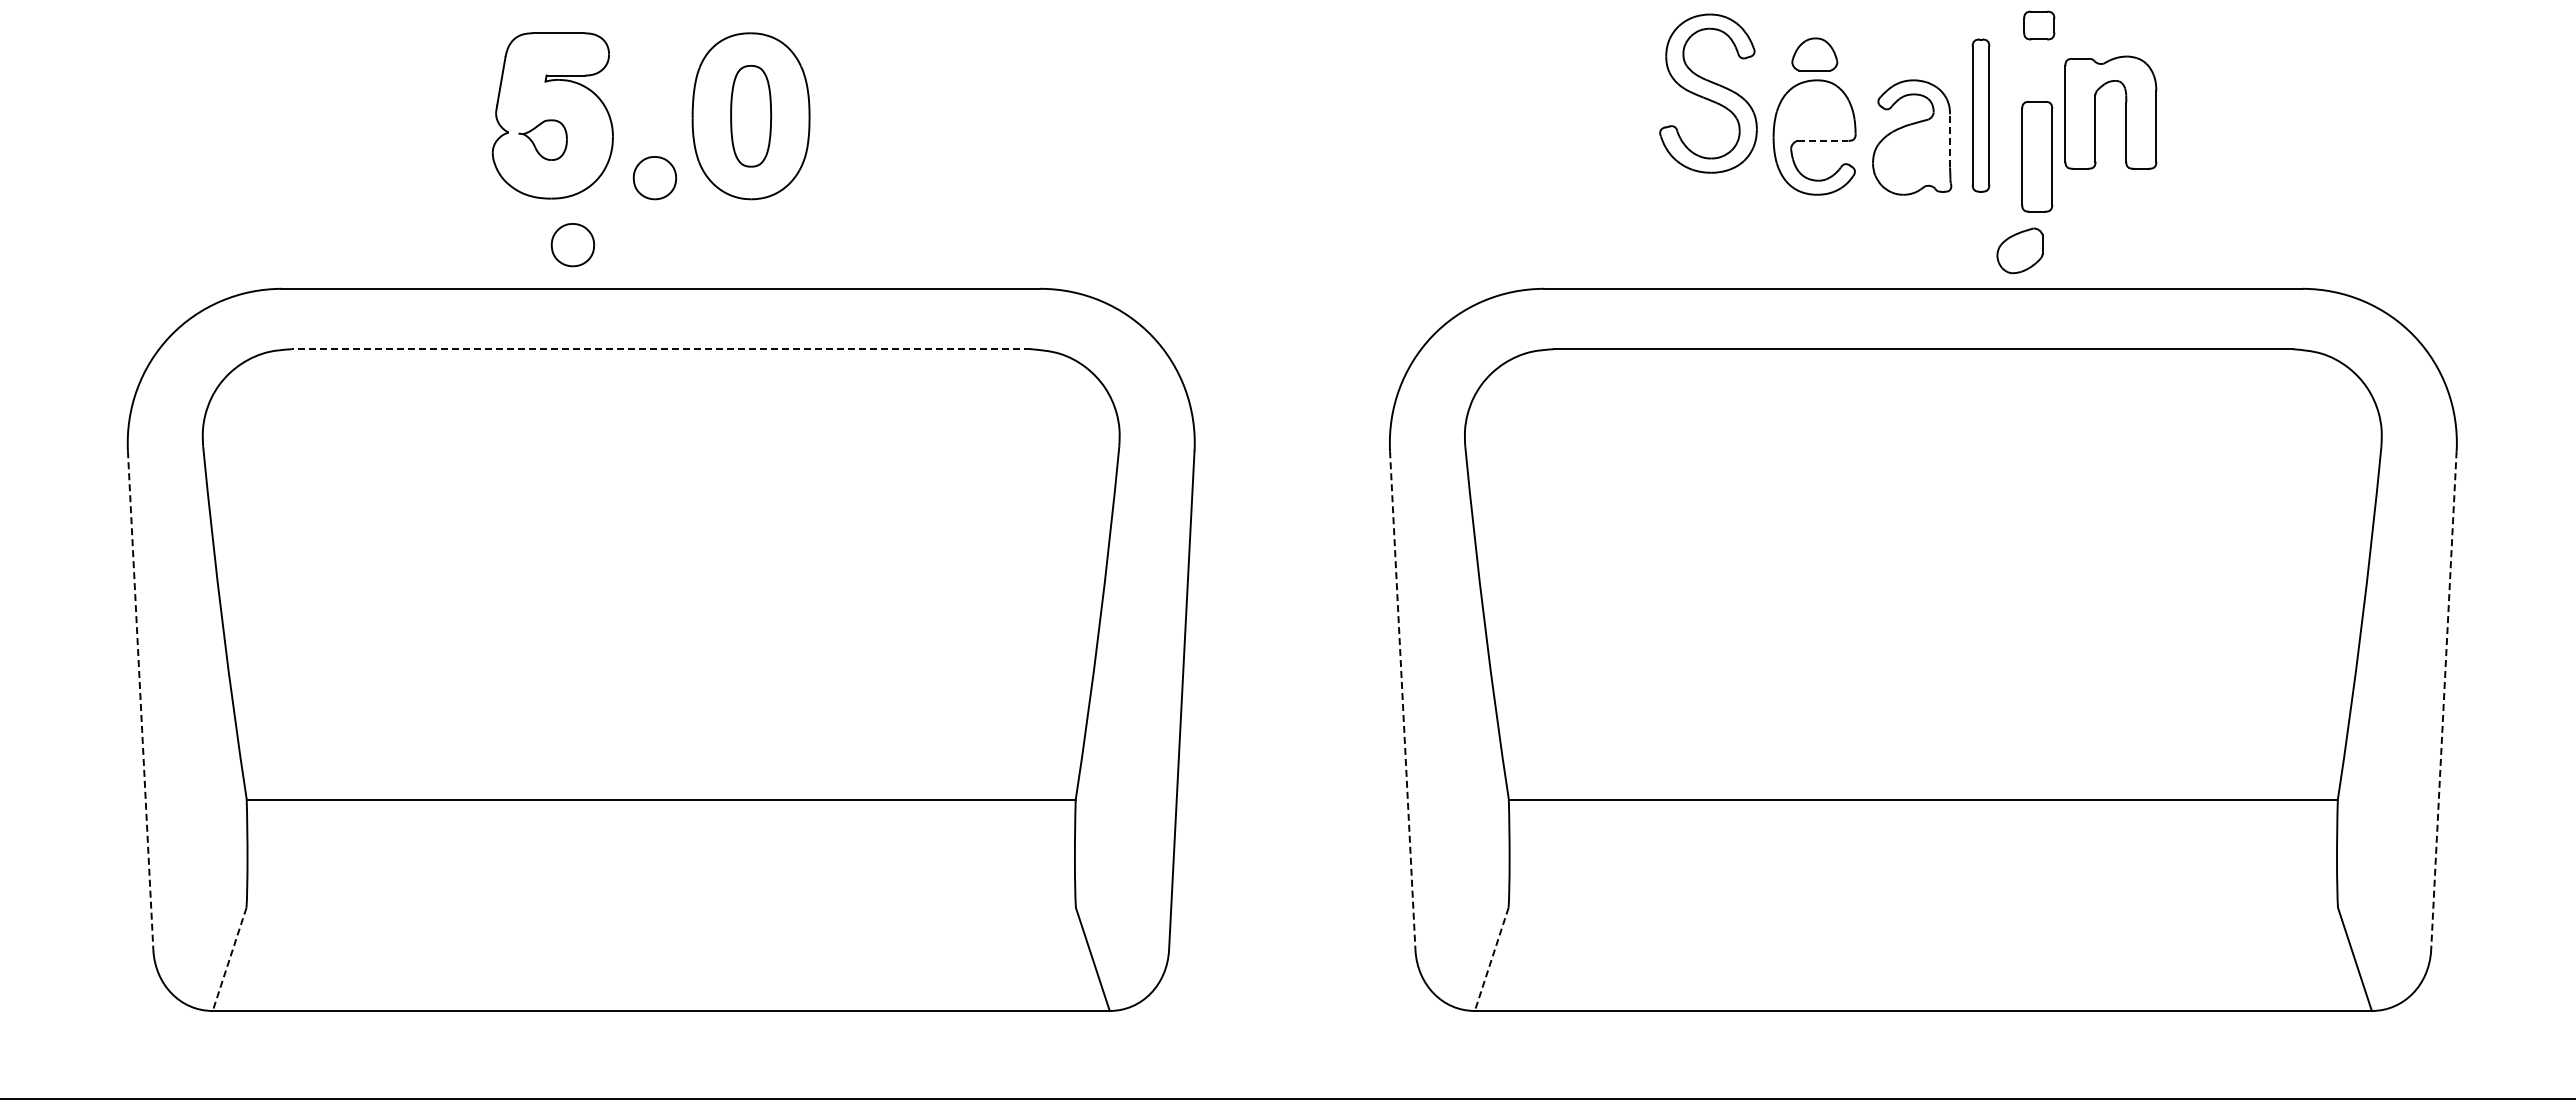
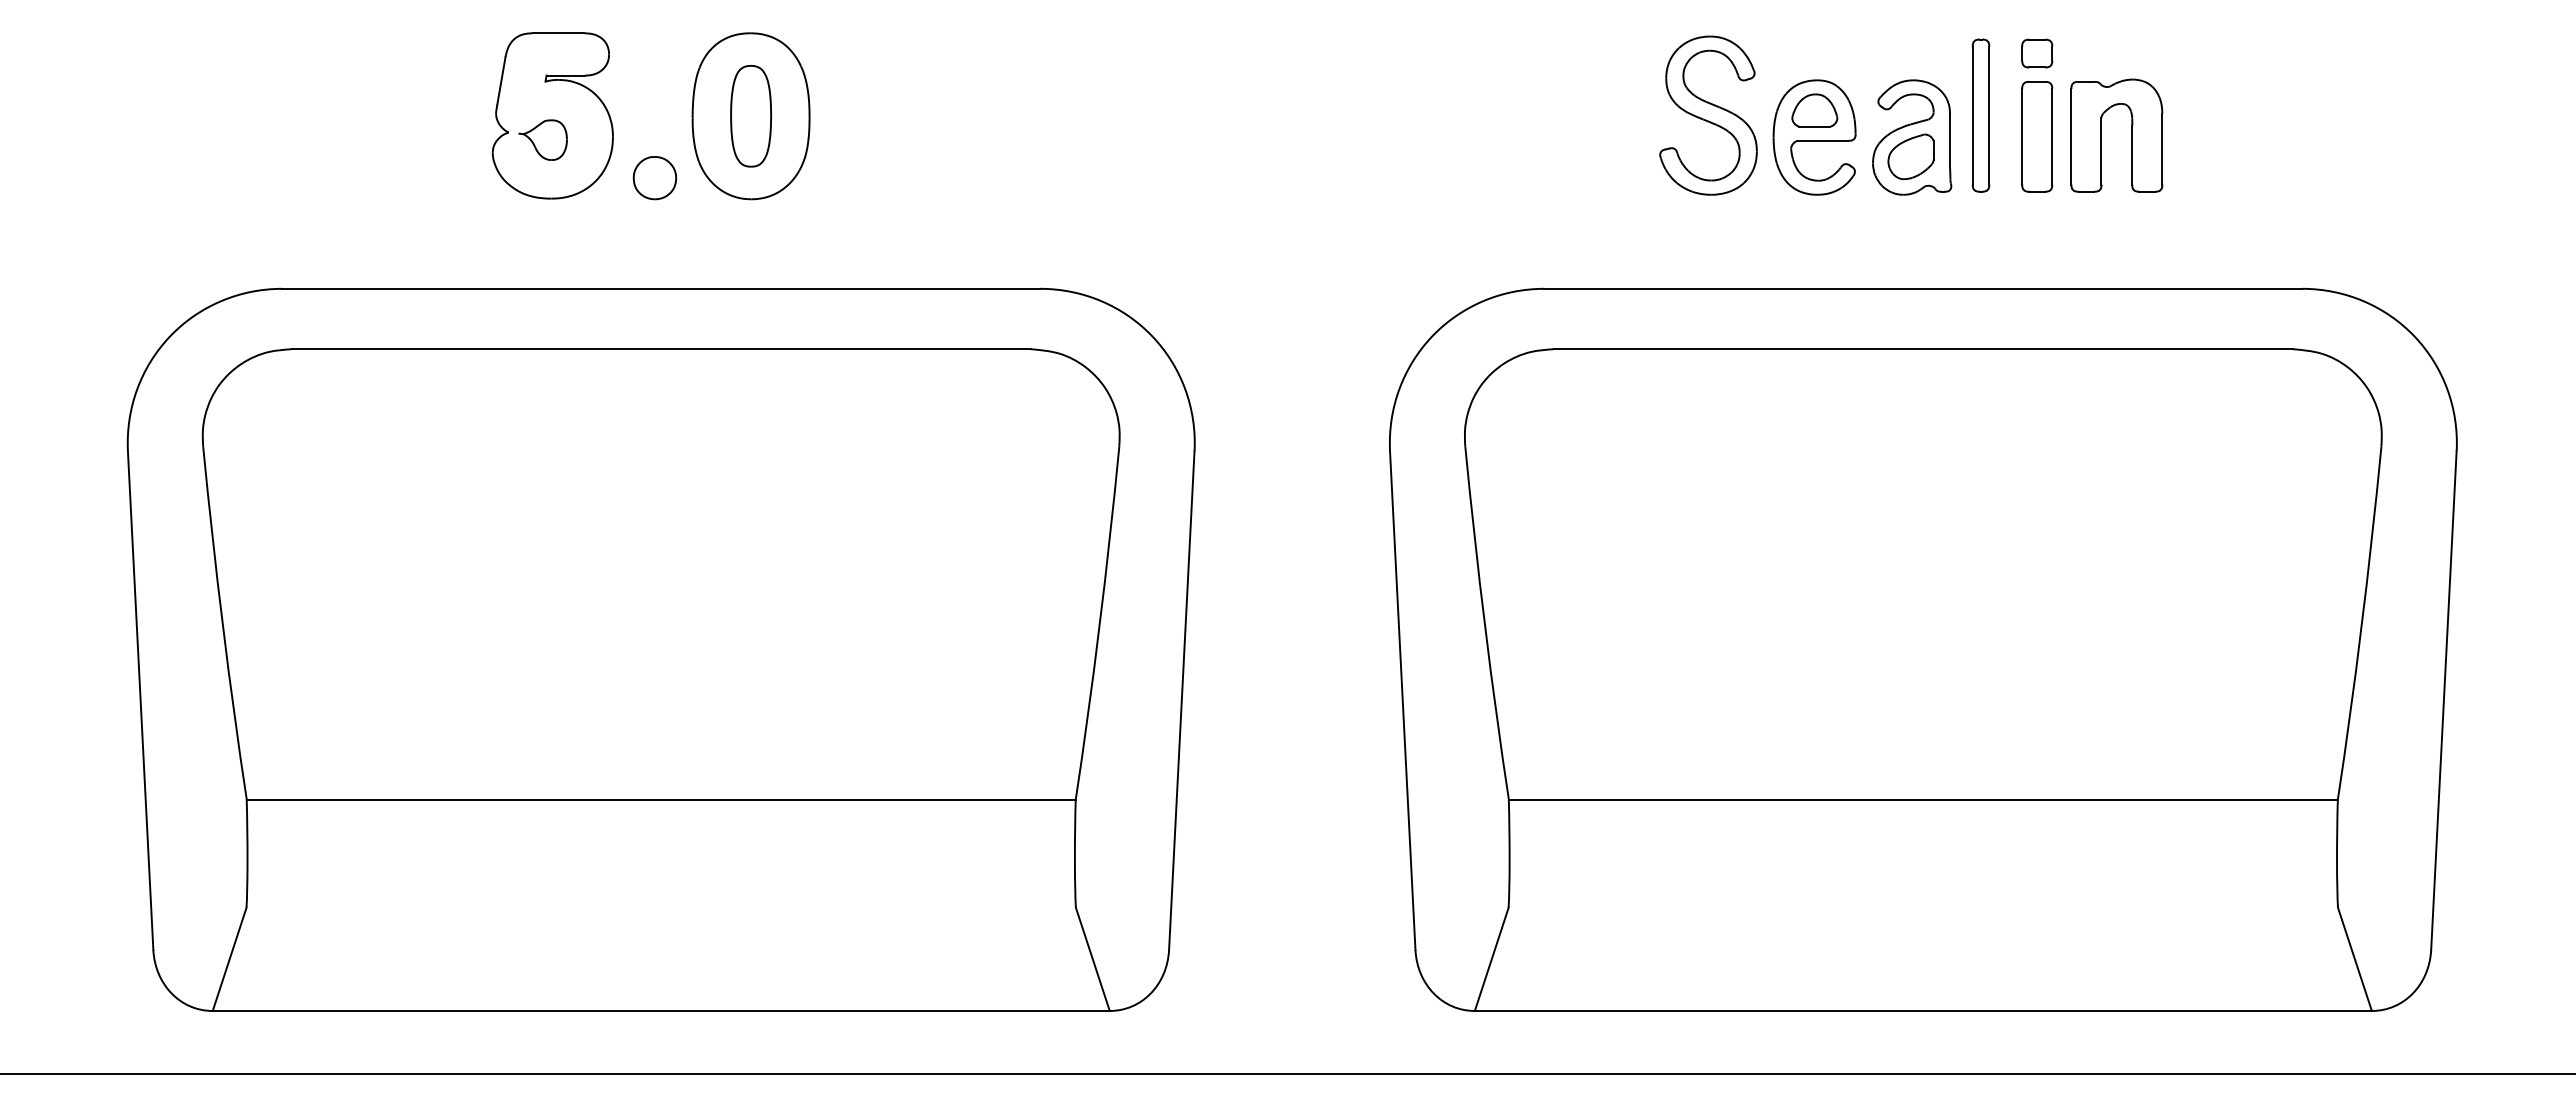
part at (2039, 25) position: (2039, 25) -> (2037, 53)
part at (1814, 54) position: (1814, 54) -> (1814, 110)
part at (1708, 93) position: (1708, 93) -> (1708, 115)
part at (2095, 112) position: (2095, 112) -> (2101, 135)
line at (1823, 140): dashed -> solid
line at (1950, 140): dashed -> solid
part at (2037, 156) position: (2037, 156) -> (2037, 136)
part at (572, 245): present -> none
part at (2019, 250) position: (2019, 250) -> (1910, 156)
line at (660, 349): dashed -> solid
line at (140, 700): dashed -> solid
line at (1402, 700): dashed -> solid
line at (2443, 700): dashed -> solid
line at (229, 959): dashed -> solid
line at (1491, 959): dashed -> solid
line at (1287, 1098) position: (1287, 1098) -> (1287, 1073)
